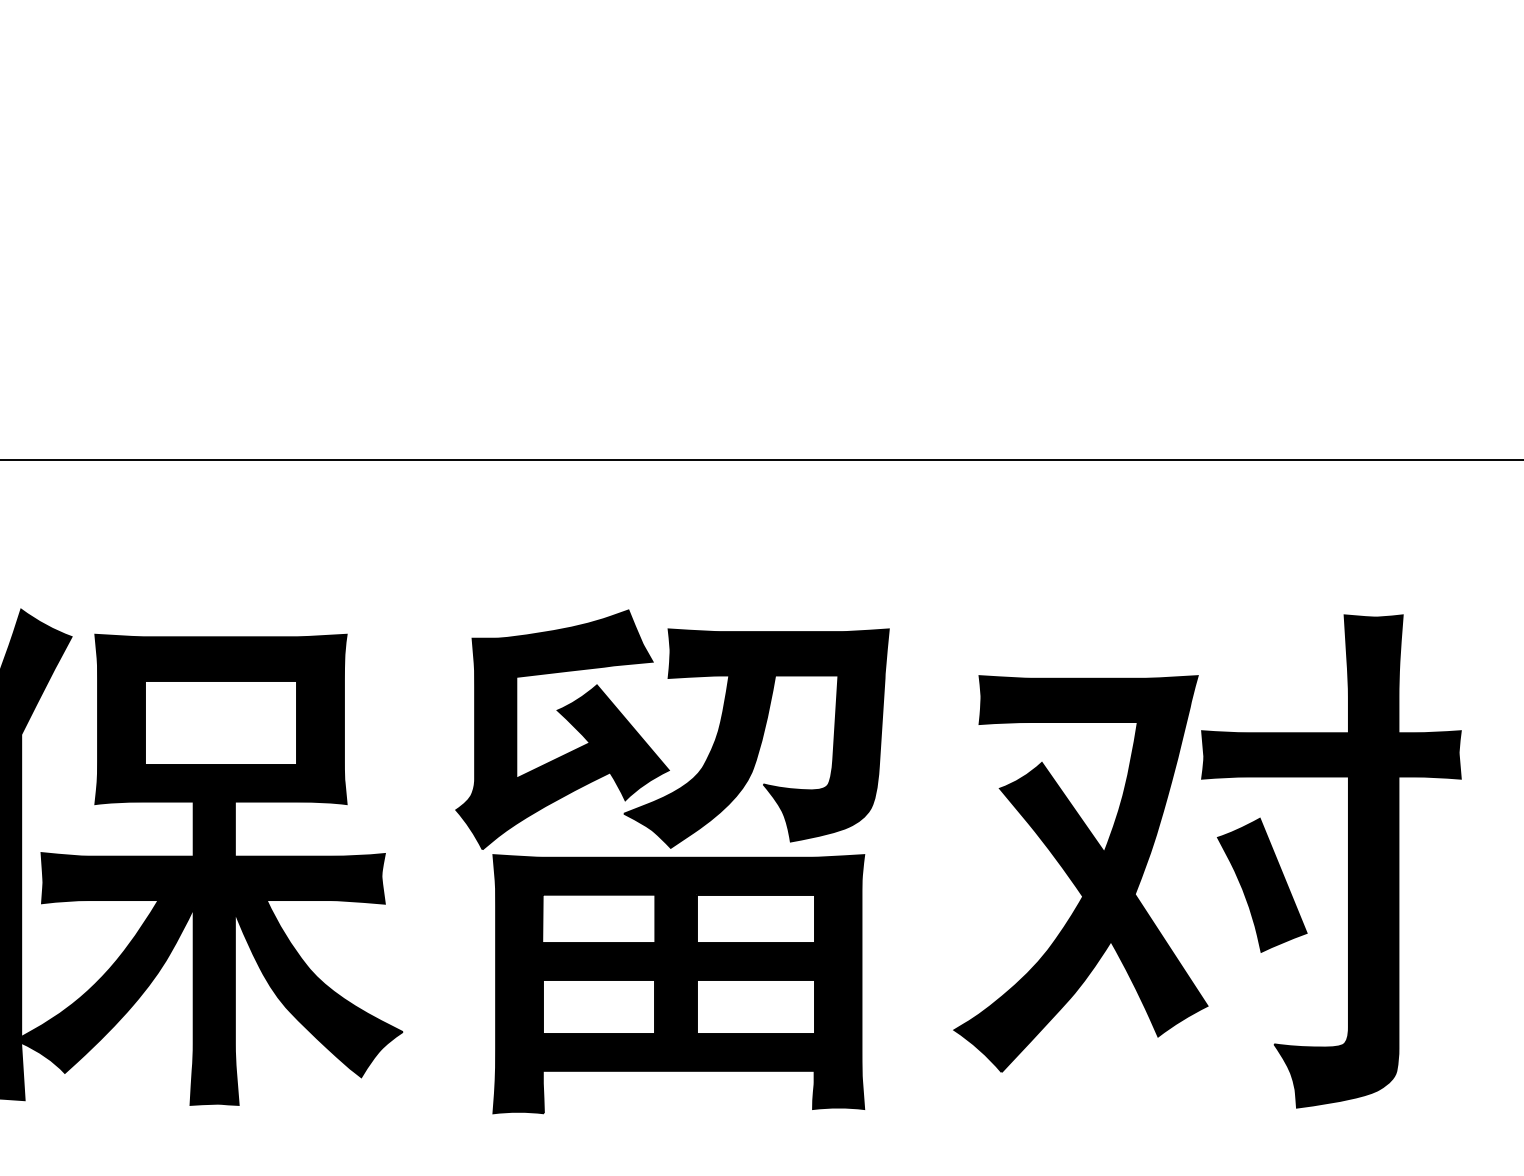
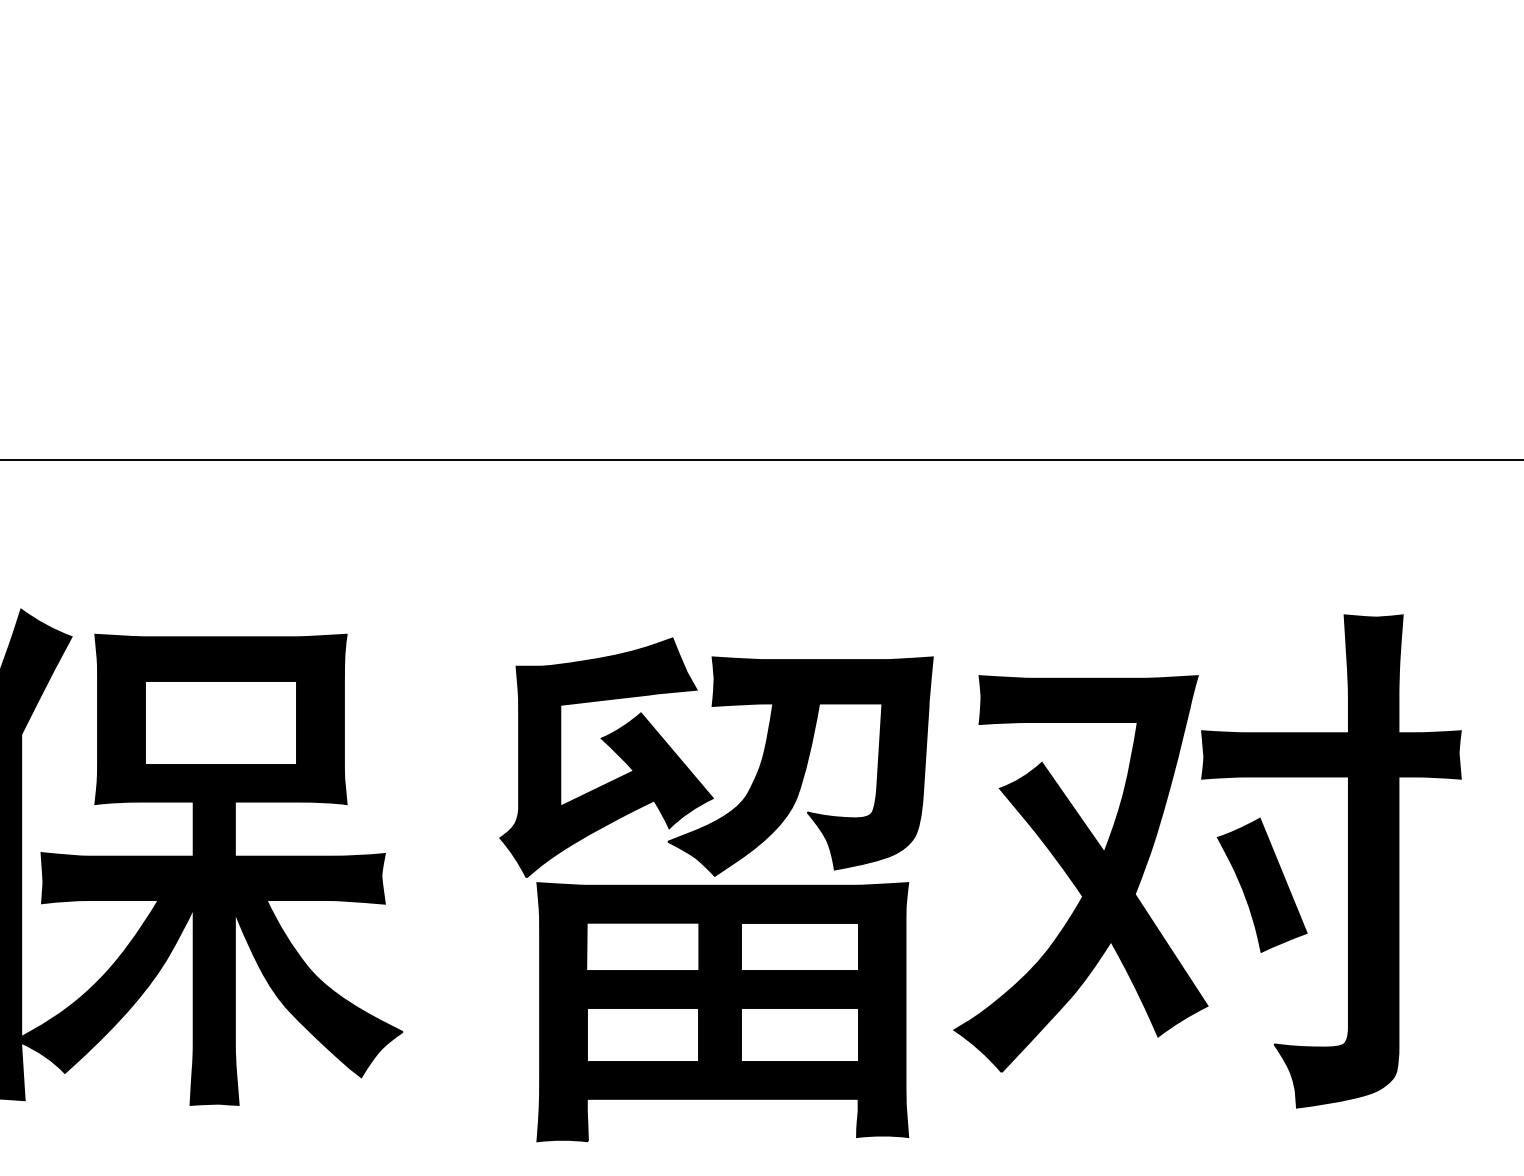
part at (672, 861) position: (672, 861) -> (716, 889)
